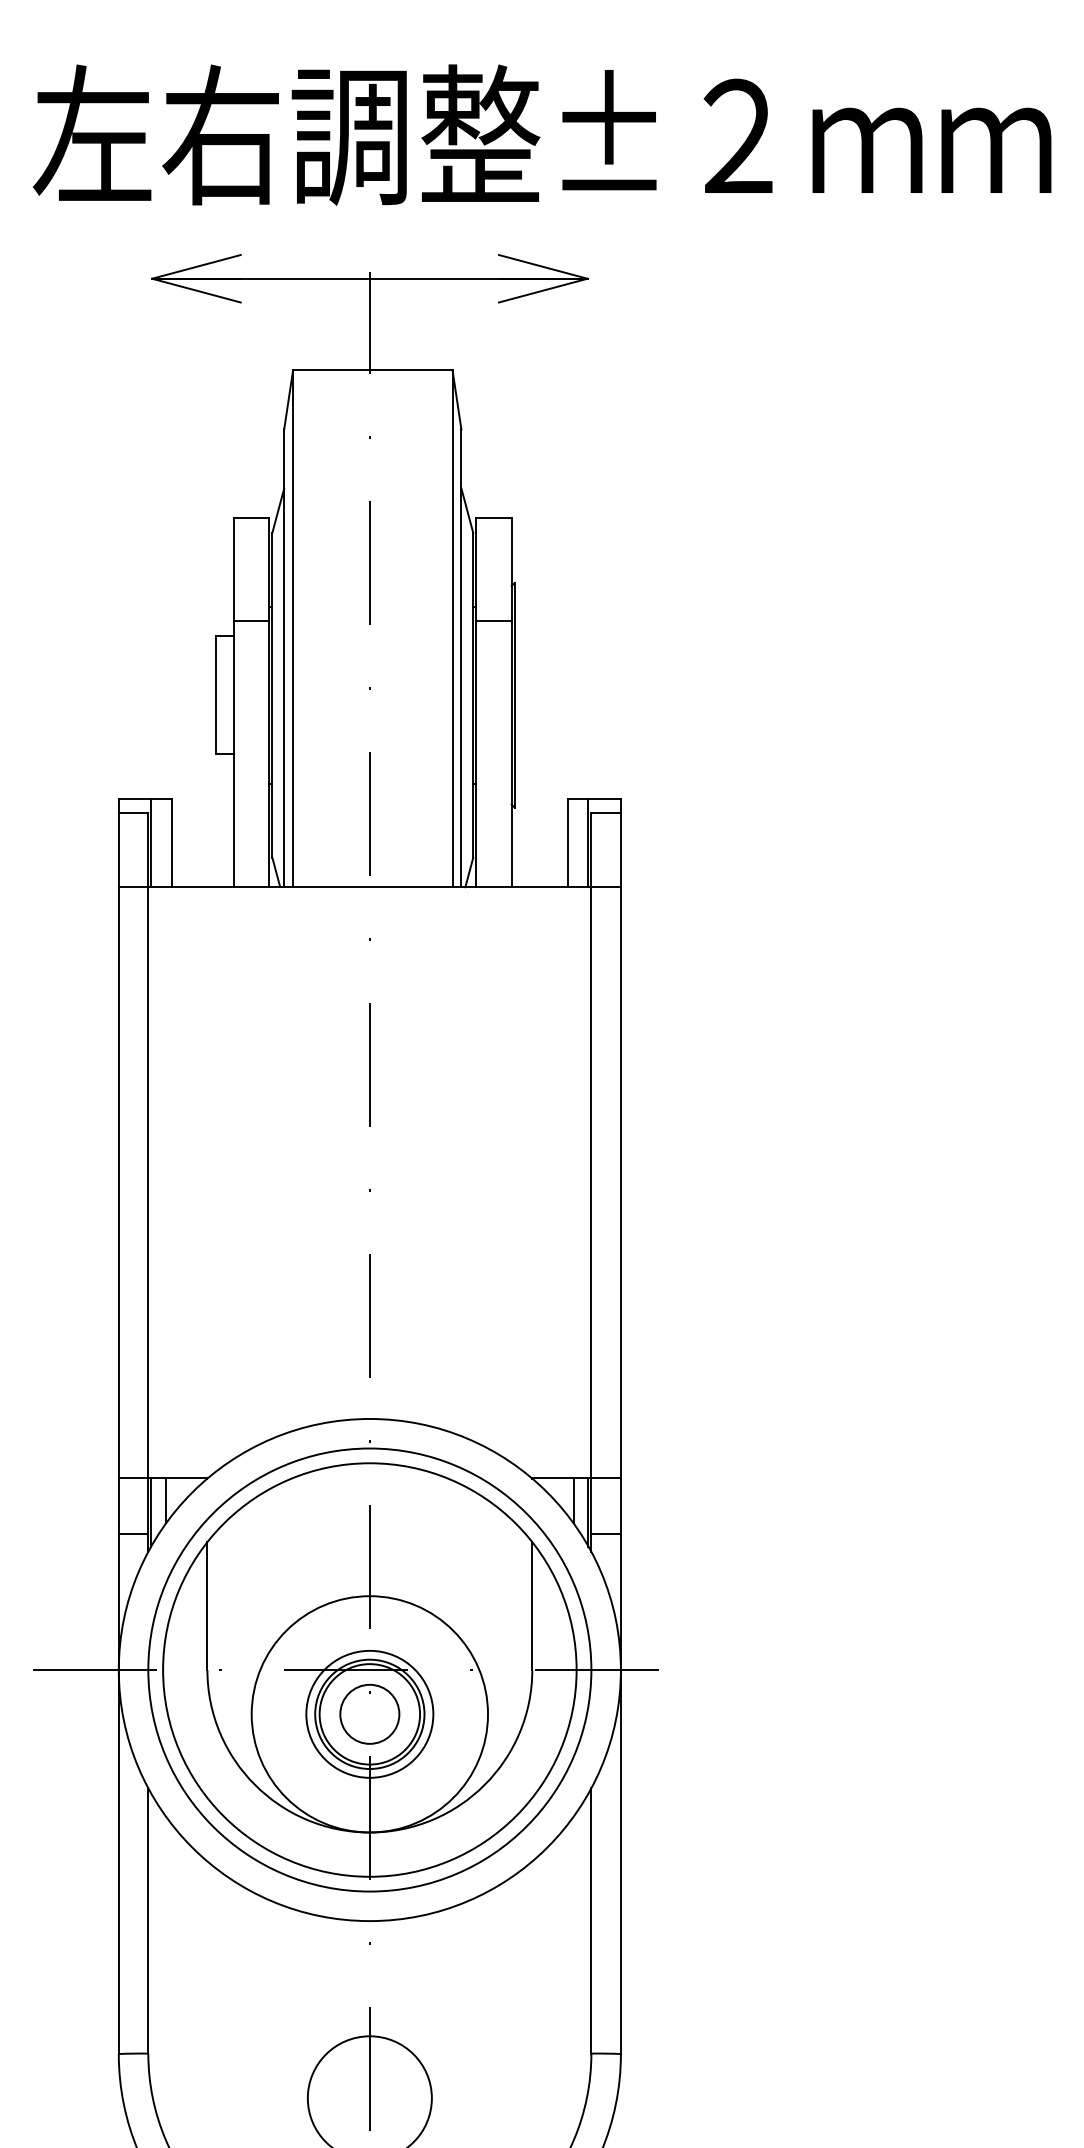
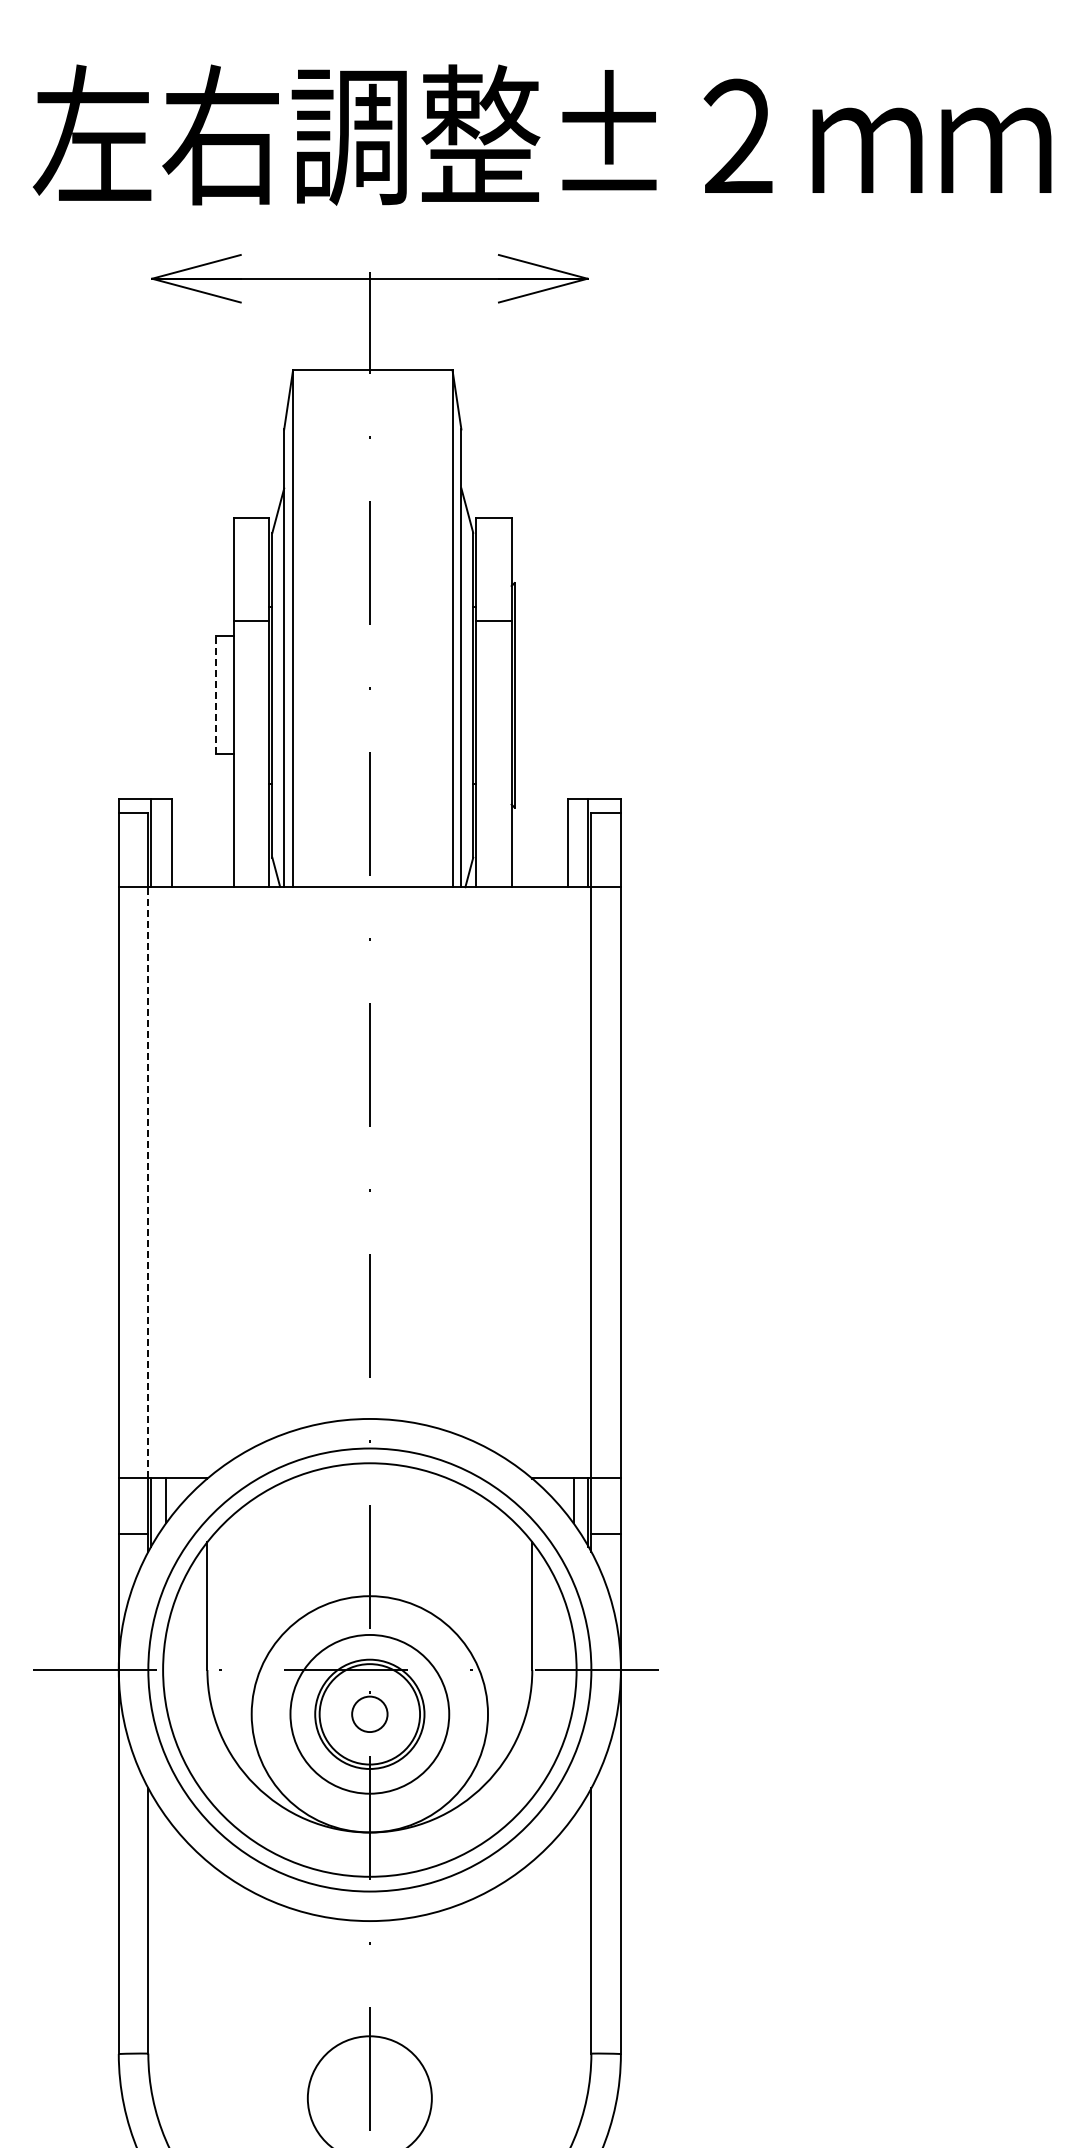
line at (216, 694): solid -> dashed
line at (148, 1182): solid -> dashed
circle at (369, 1713) diameter: 127 px -> 159 px
circle at (369, 1713) diameter: 59 px -> 35 px
